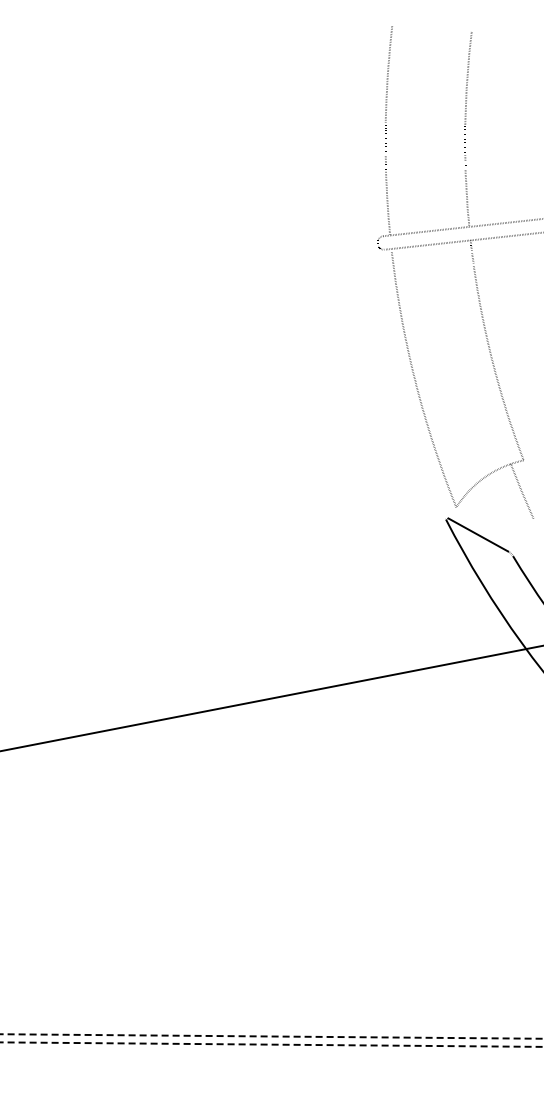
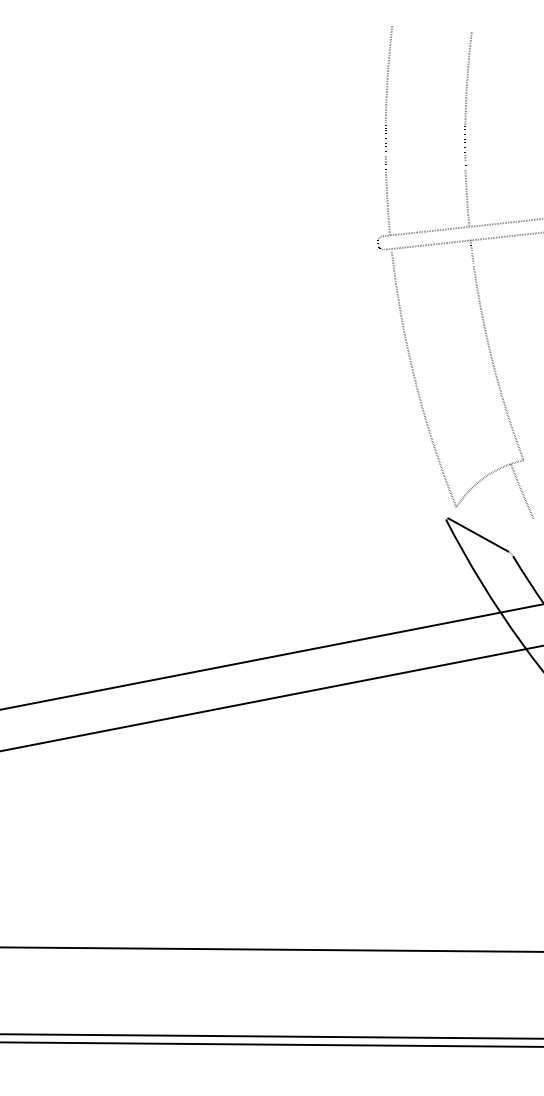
line at (271, 656): none -> present
line at (271, 949): none -> present
line at (272, 1036): dashed -> solid
line at (272, 1044): dashed -> solid
